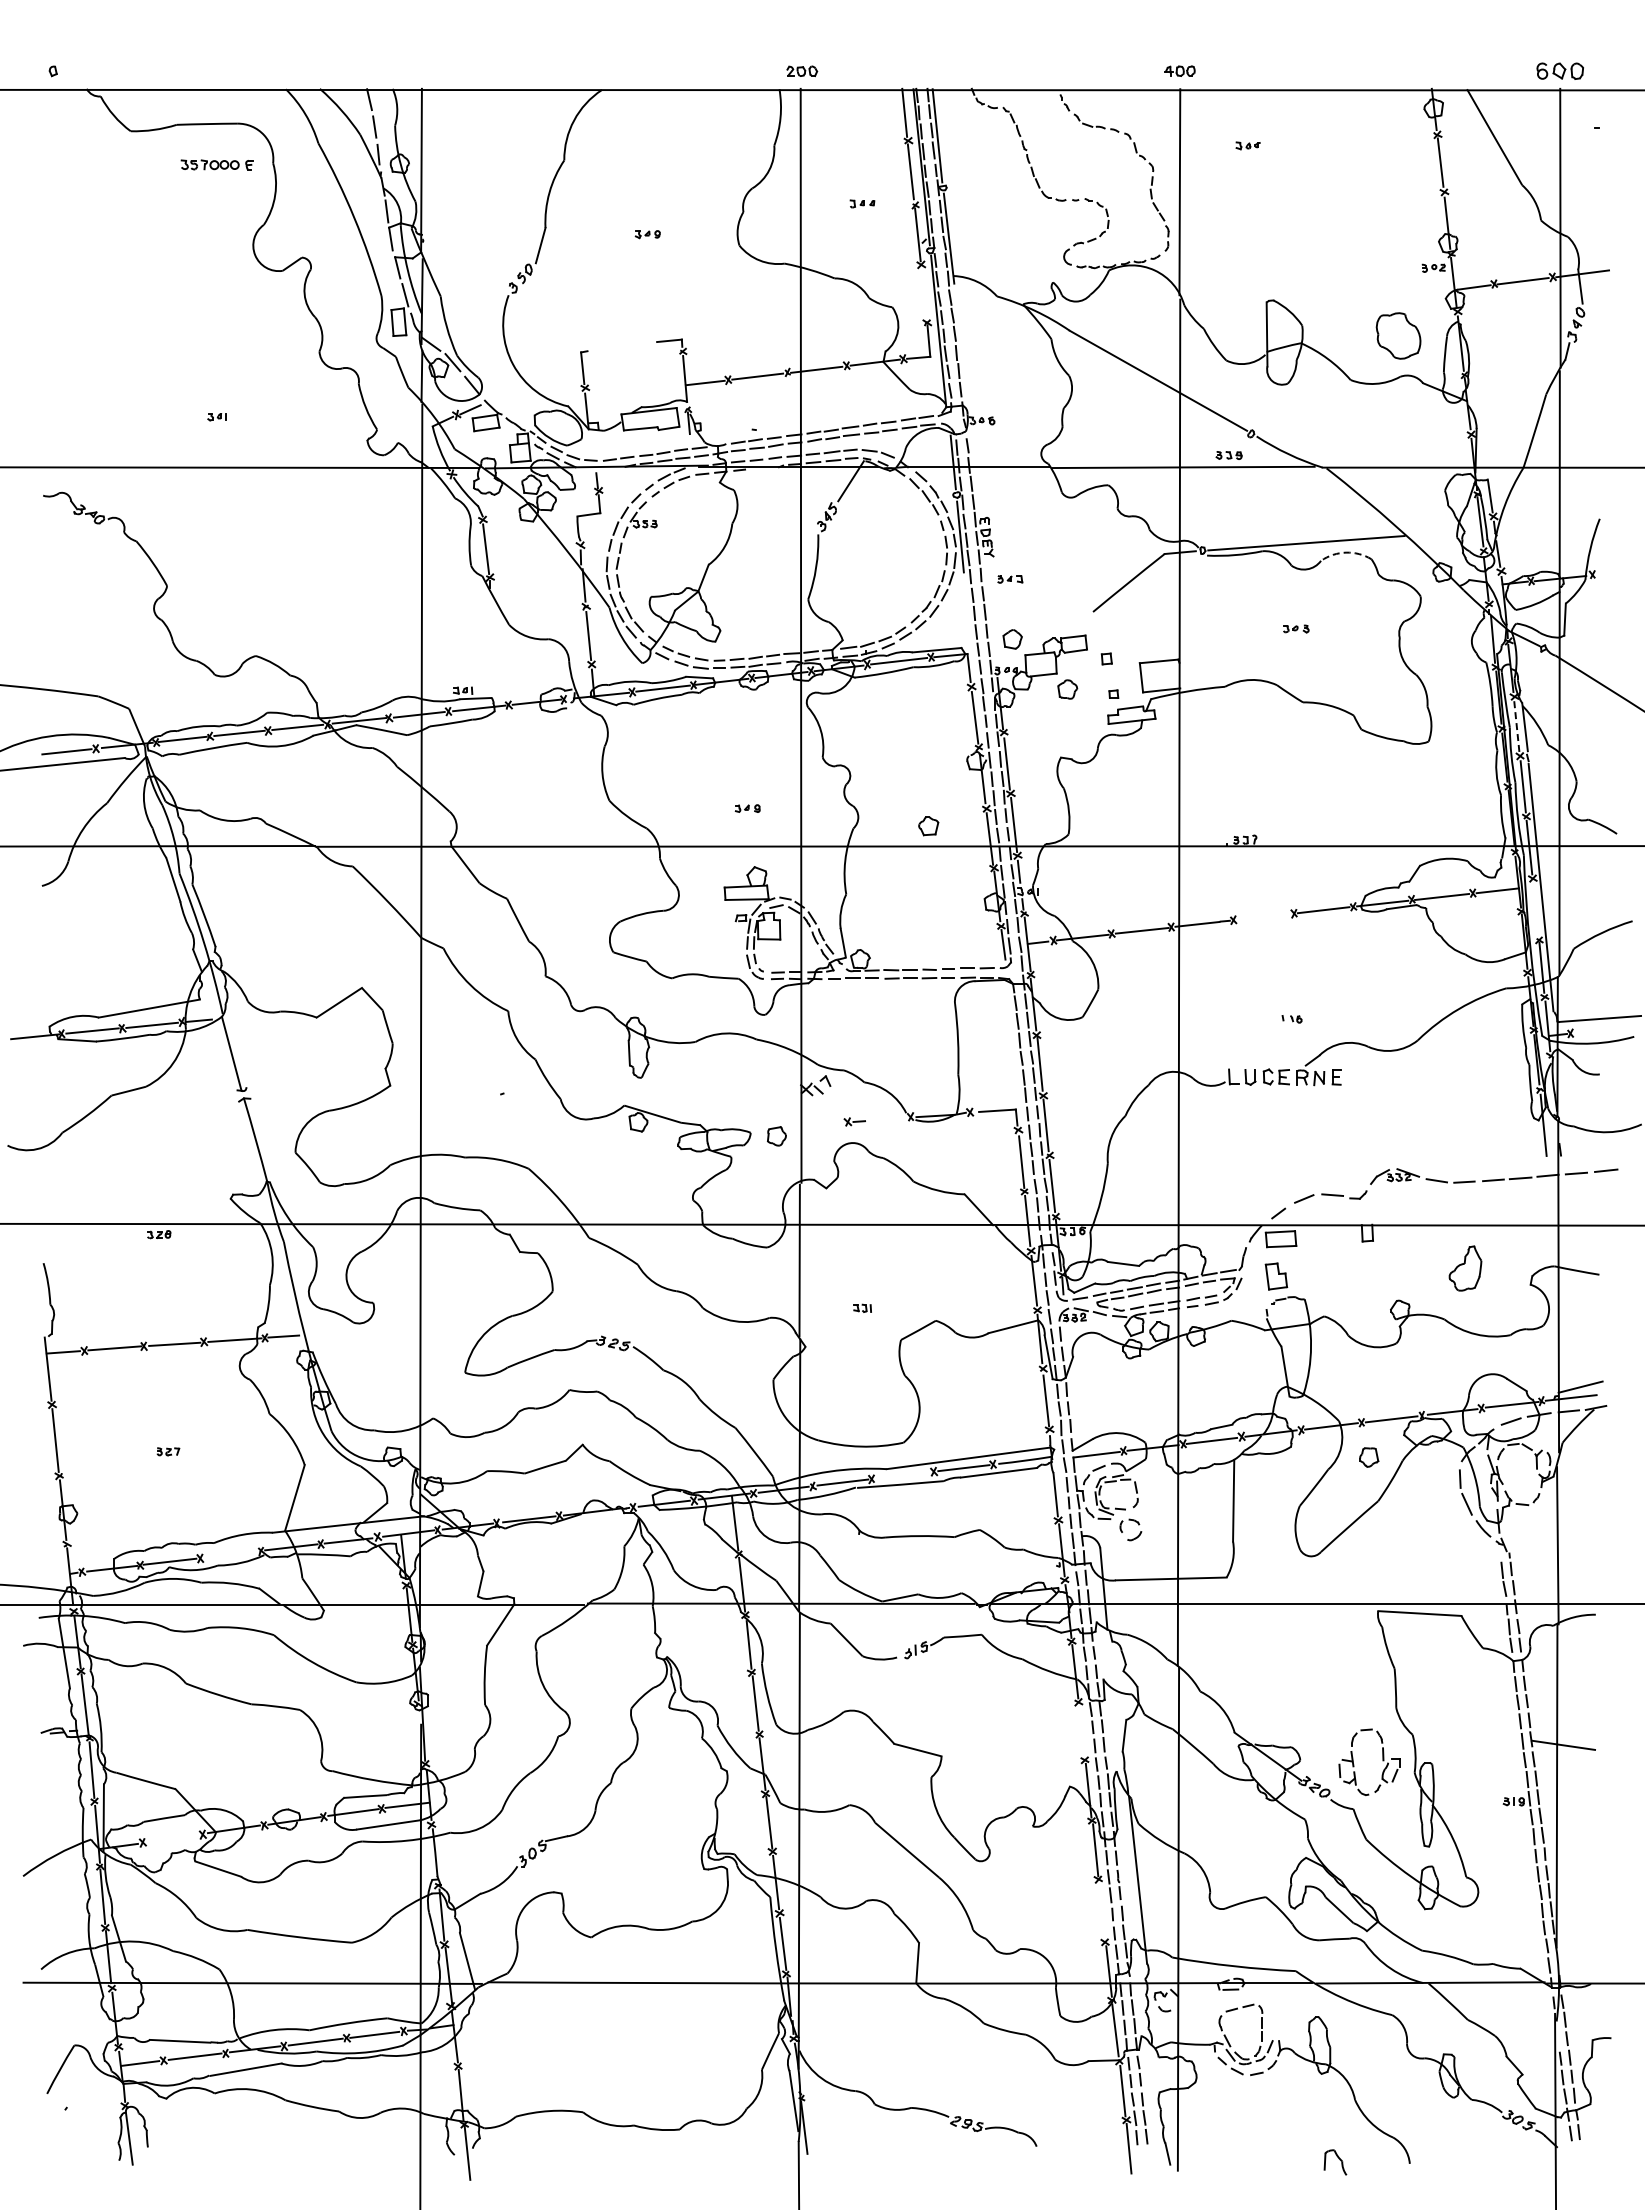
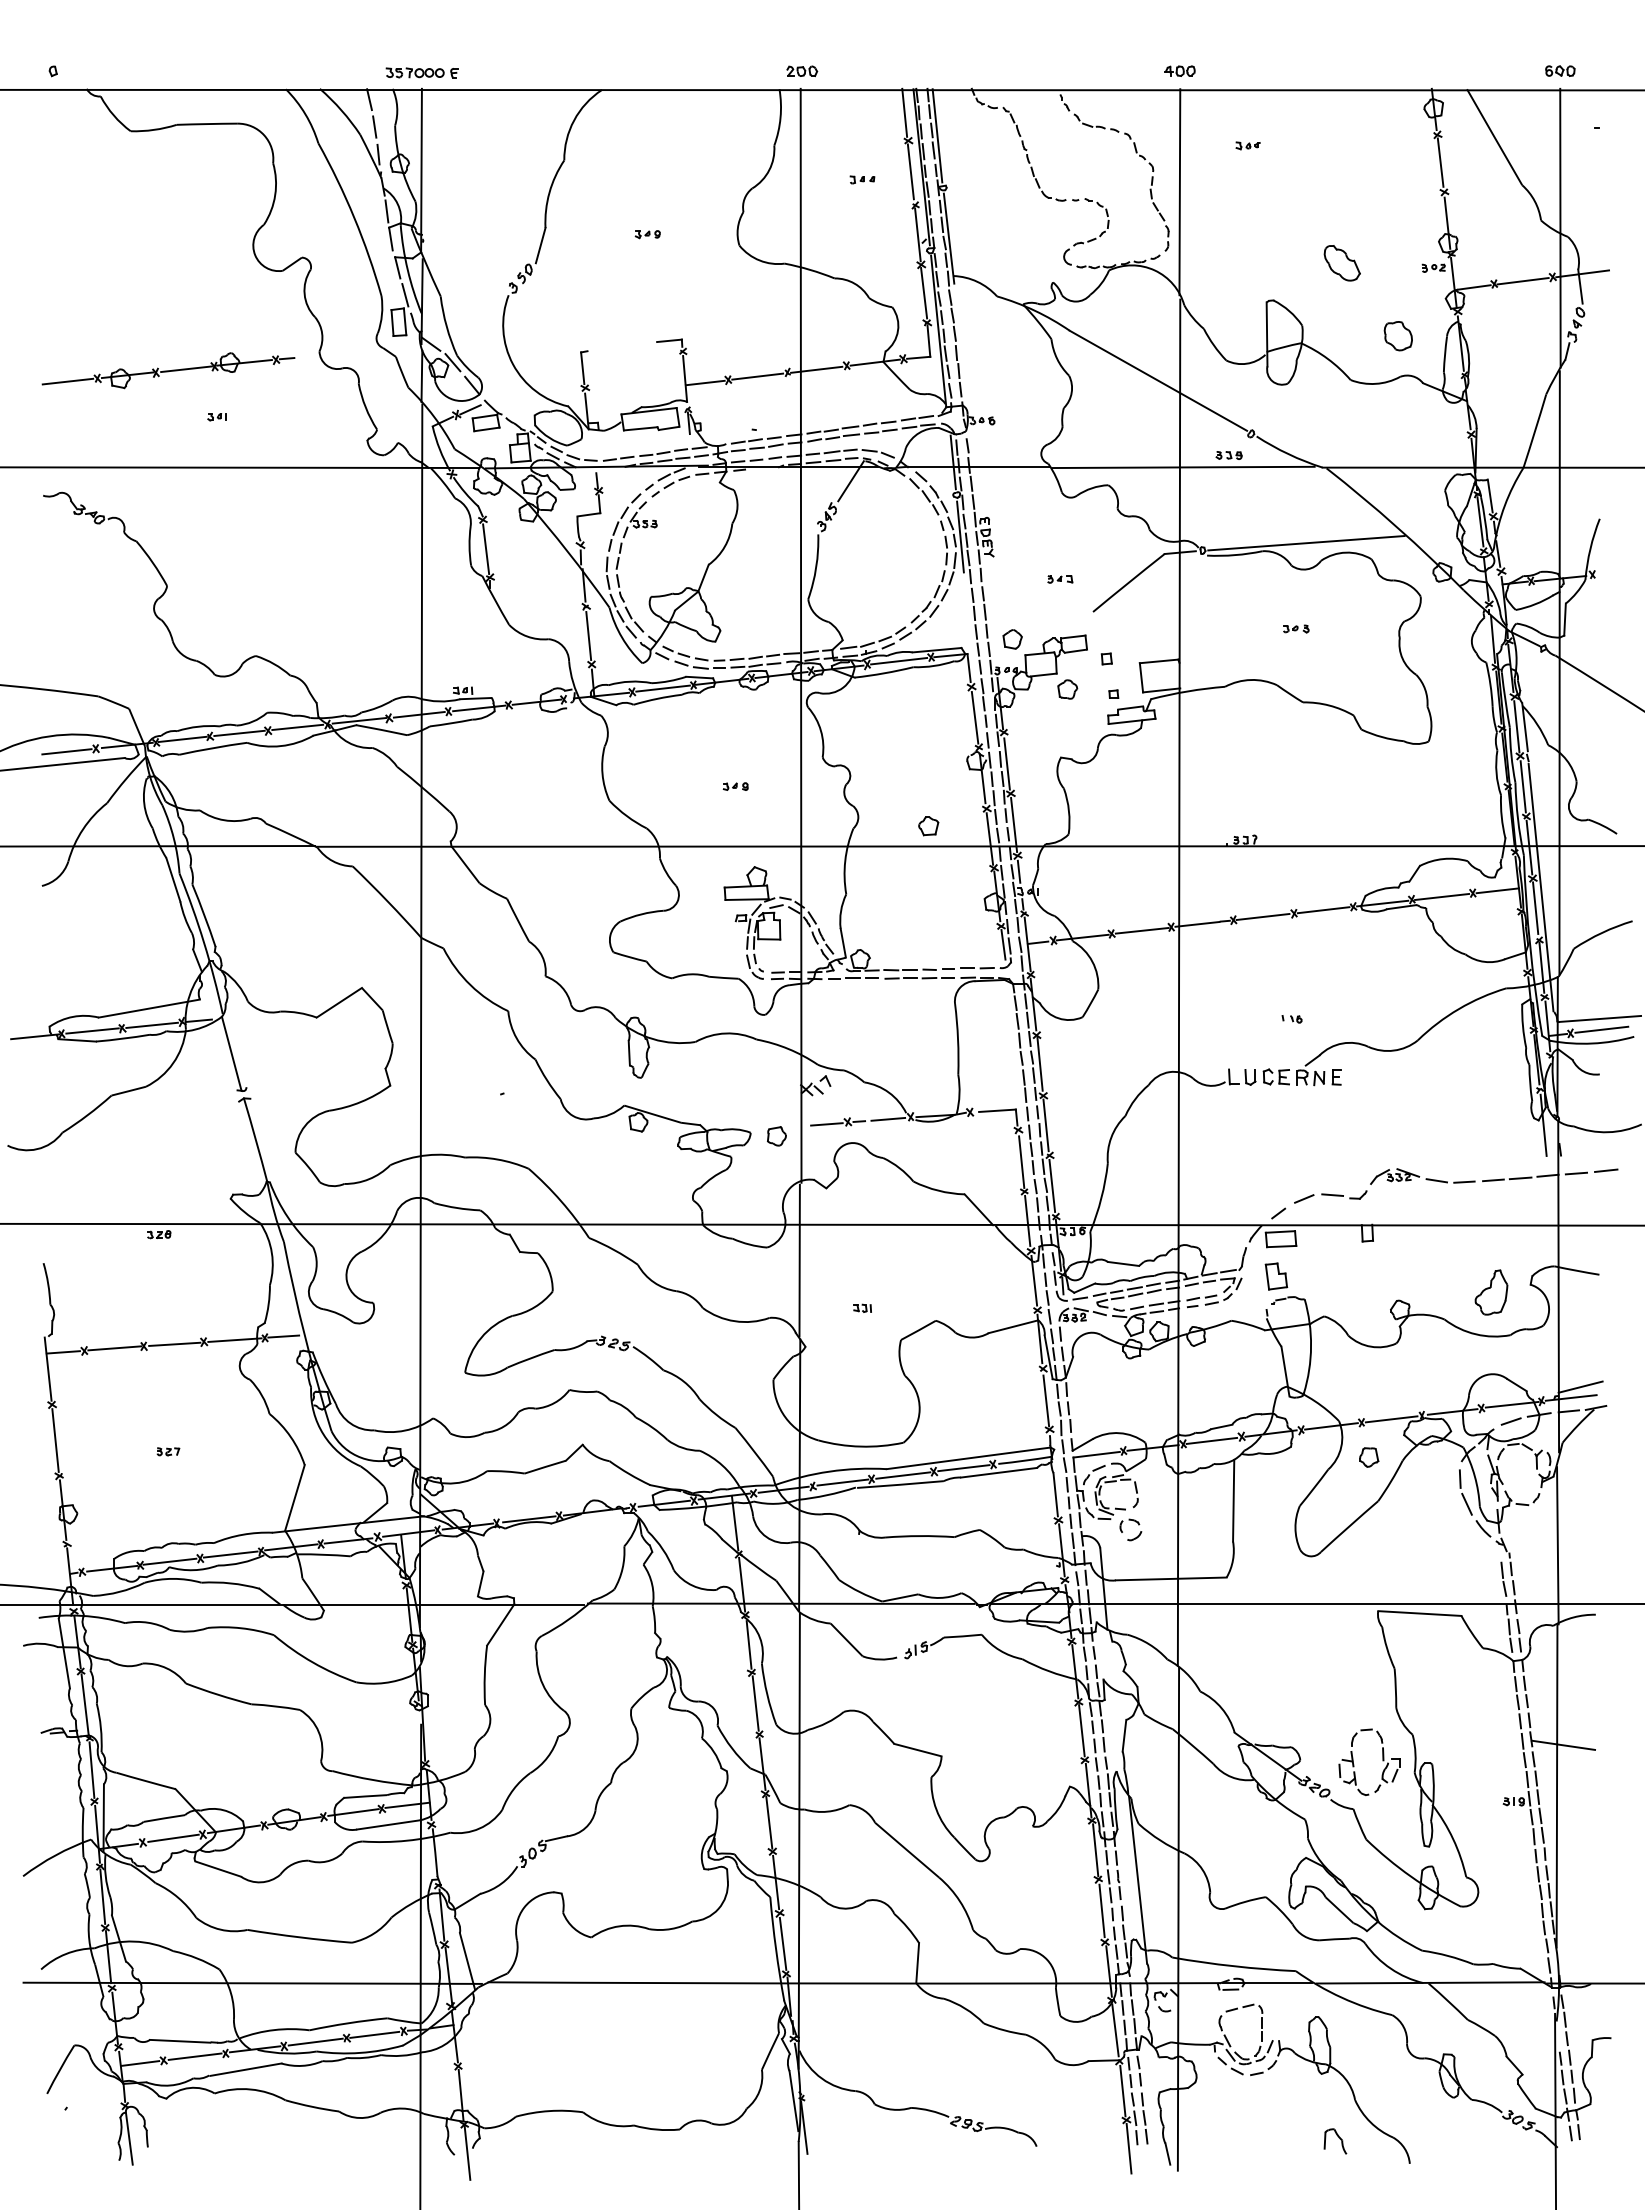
part at (1559, 70) size: 48x18 px -> 31x12 px
part at (216, 164) position: (216, 164) -> (421, 72)
part at (862, 203) position: (862, 203) -> (862, 179)
part at (1341, 263): none -> present
line at (924, 293): none -> present
part at (1398, 335) size: 47x48 px -> 30x31 px
part at (168, 370): none -> present
arc at (1346, 552): dashed -> solid
part at (1010, 579) position: (1010, 579) -> (1060, 579)
line at (1516, 726): dashed -> solid
part at (747, 808) position: (747, 808) -> (735, 786)
line at (1535, 907): none -> present
line at (1262, 916): none -> present
line at (1601, 1029): none -> present
line at (888, 1118): none -> present
line at (826, 1124): none -> present
part at (1465, 1268) position: (1465, 1268) -> (1491, 1292)
line at (903, 1475): none -> present
line at (230, 1554): none -> present
line at (1081, 1730): none -> present
line at (173, 1837): none -> present
line at (1101, 1910): none -> present
part at (1335, 2162) position: (1335, 2162) -> (1335, 2141)
